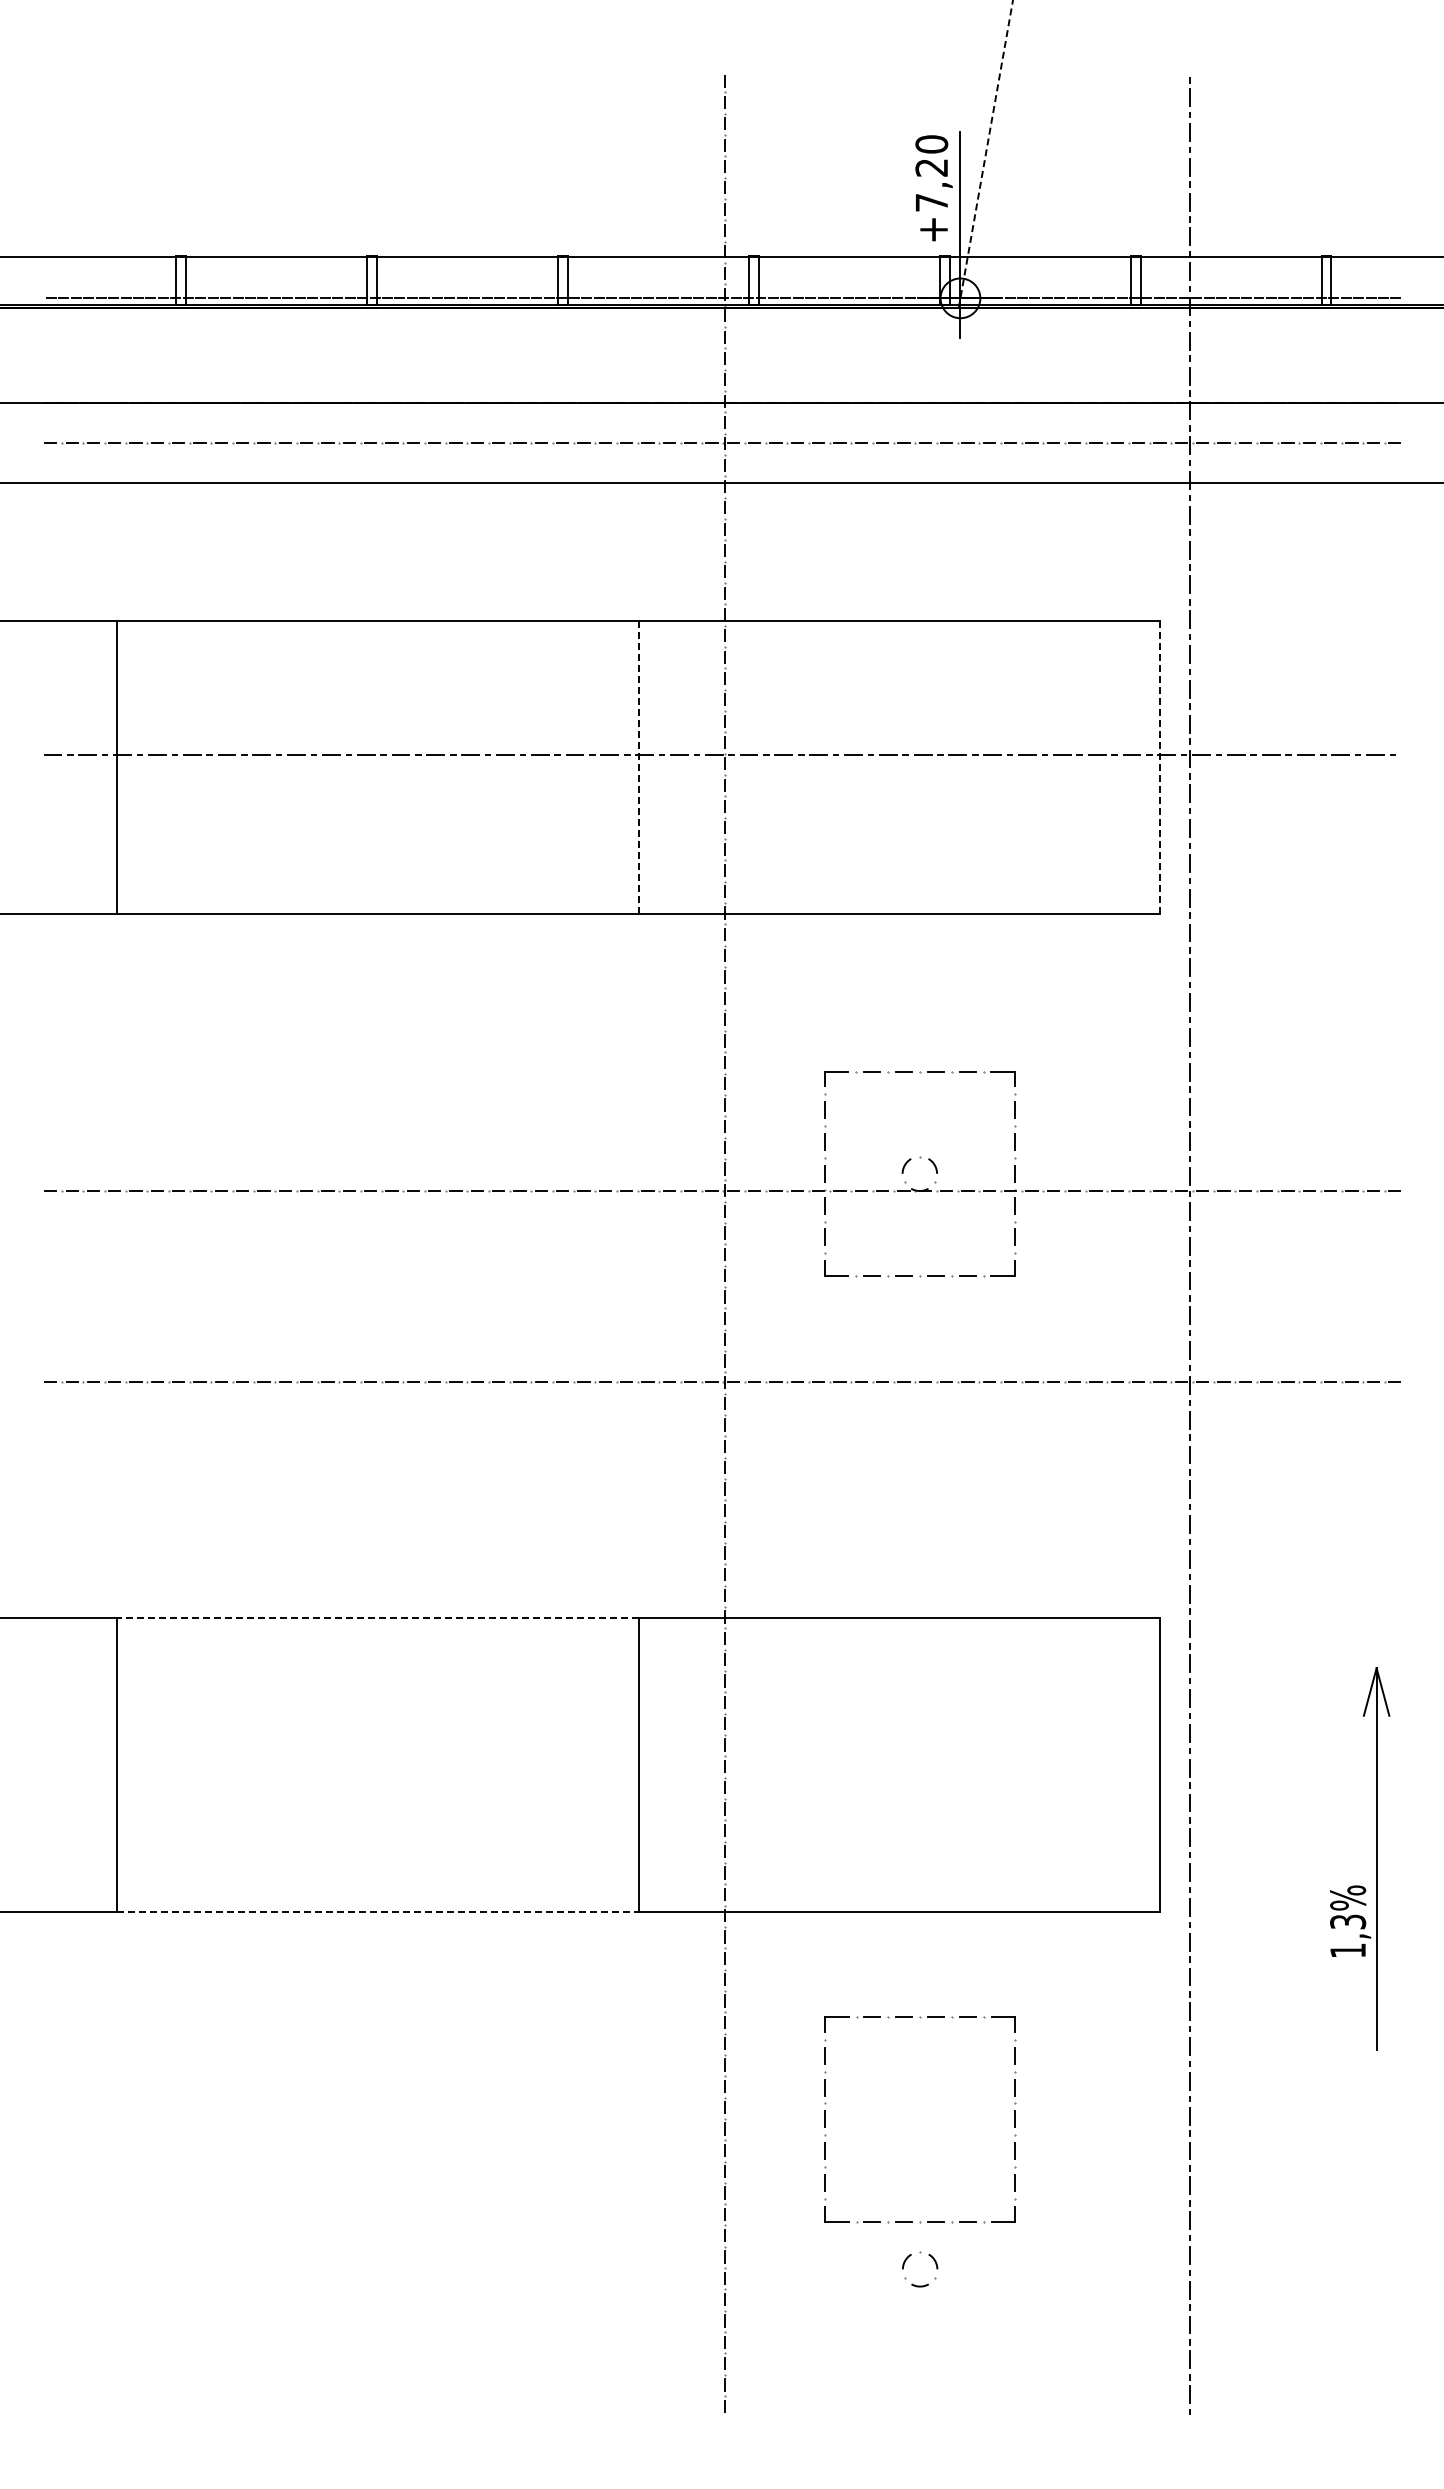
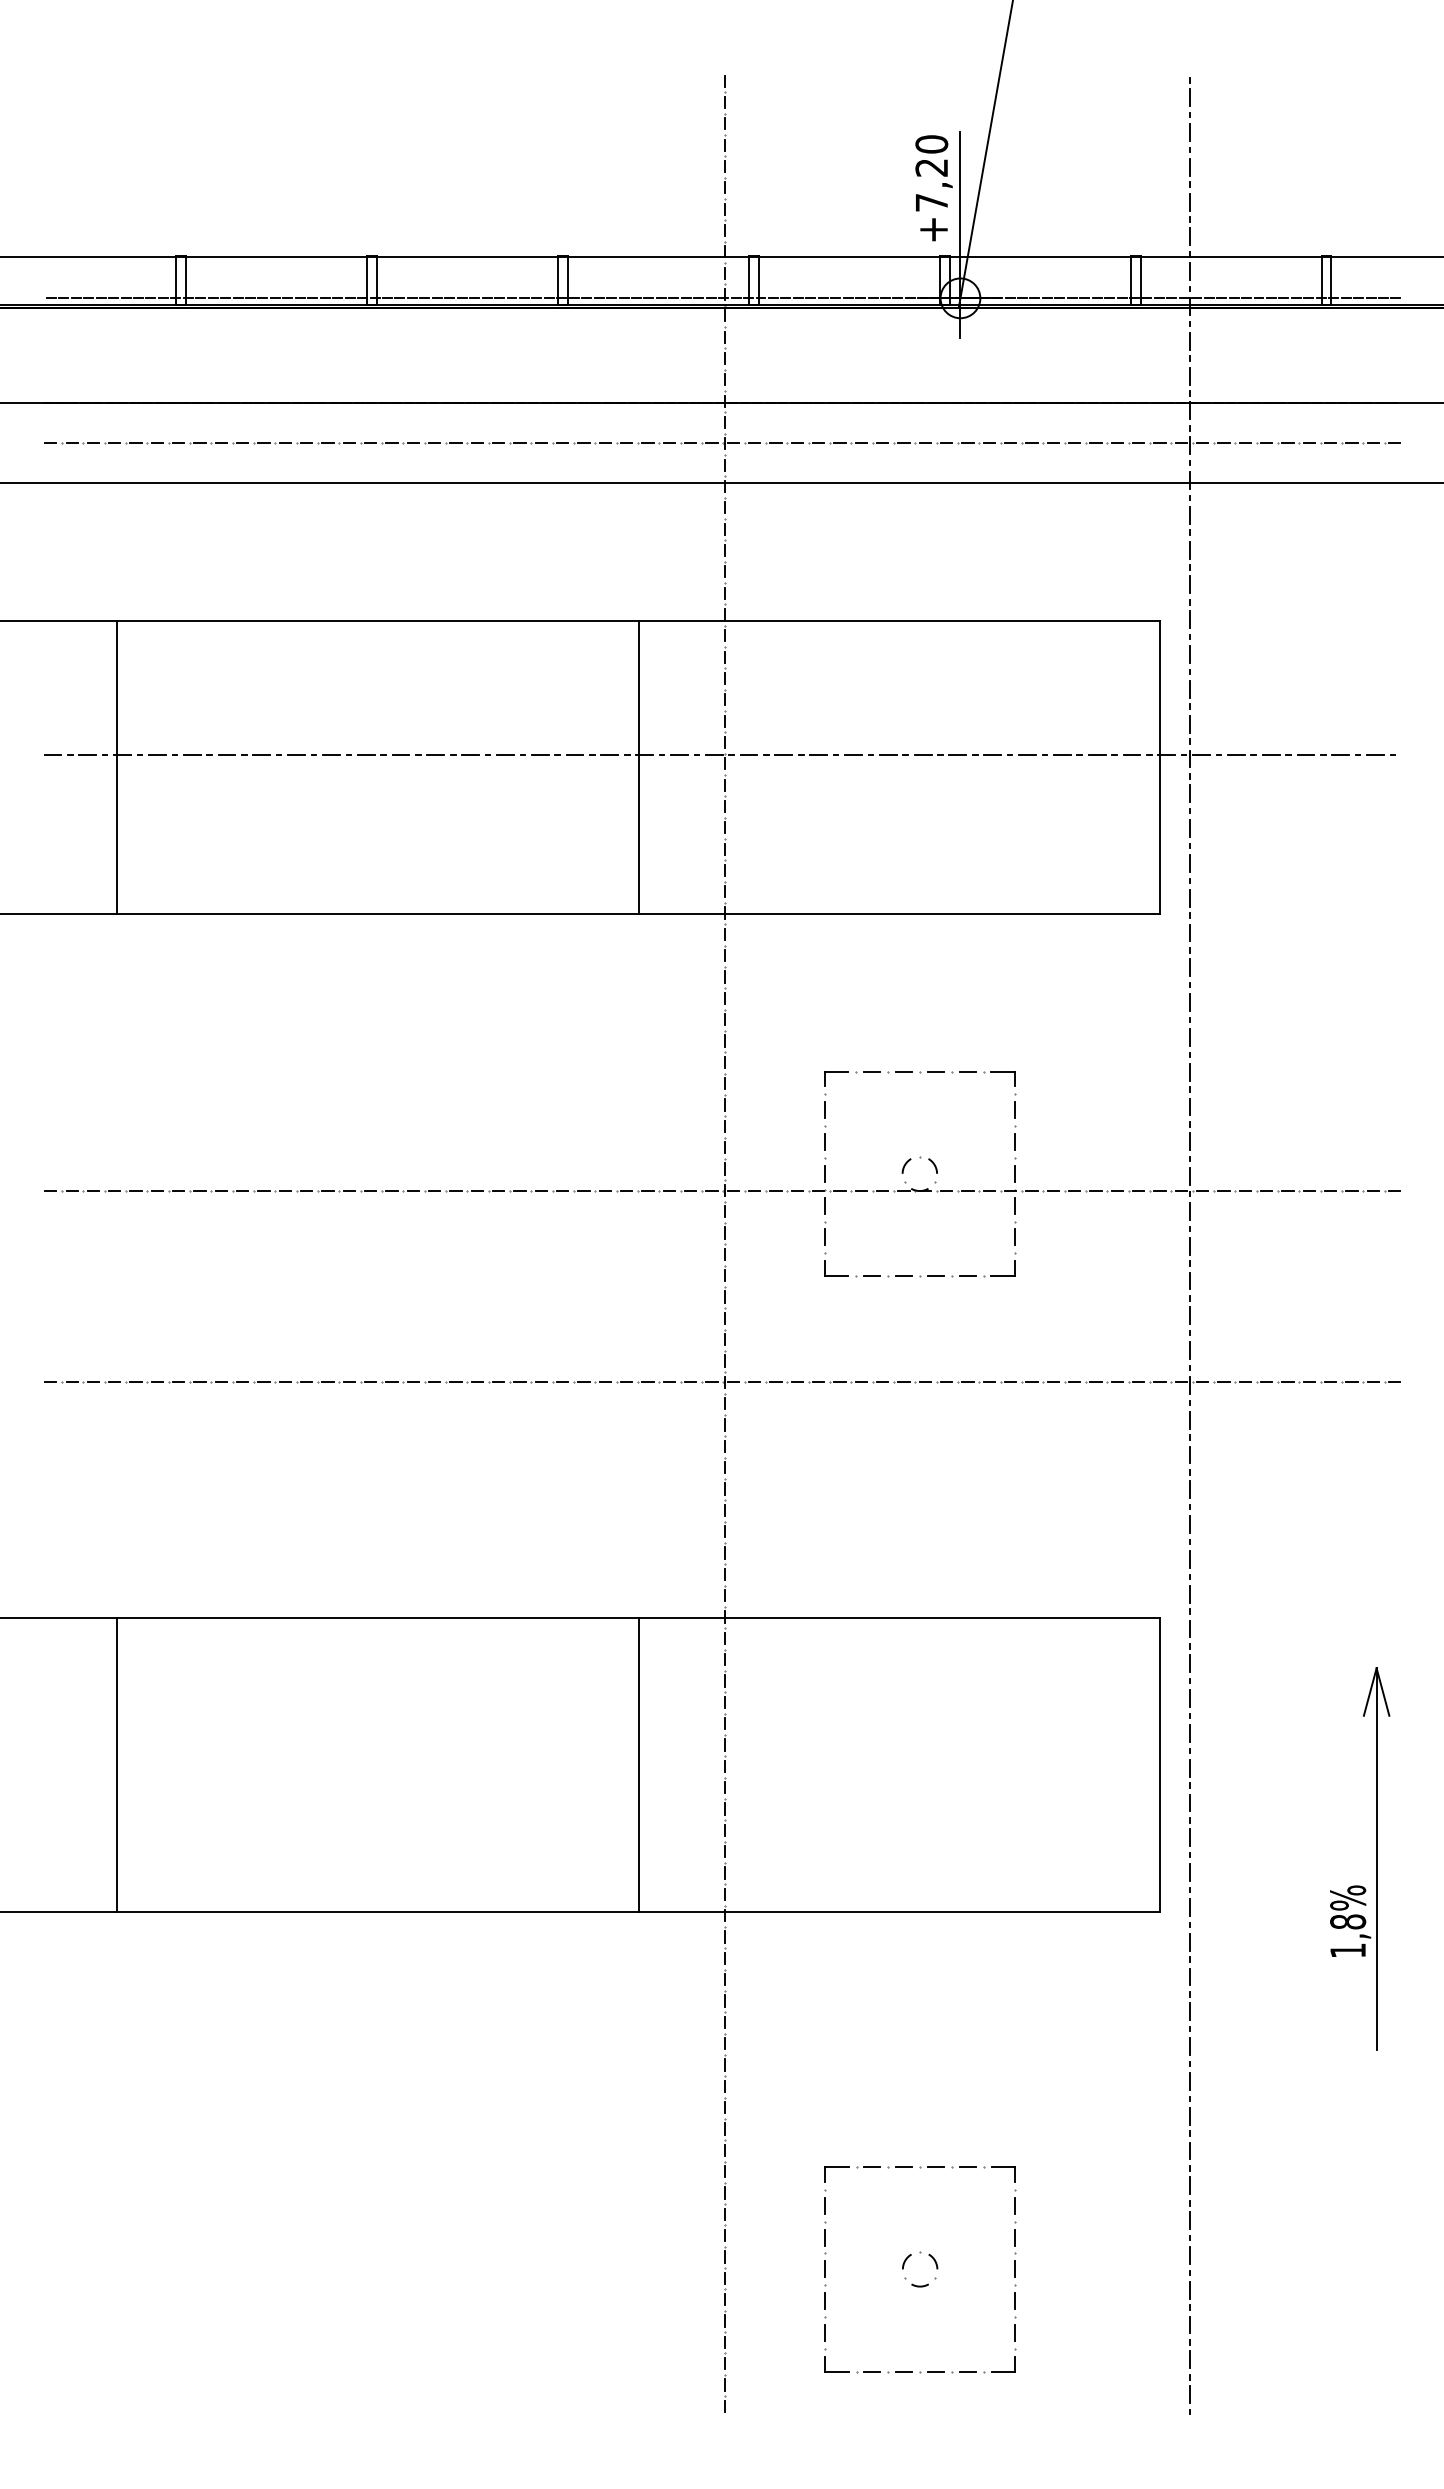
line at (985, 154): dashed -> solid
line at (638, 767): dashed -> solid
line at (1160, 767): dashed -> solid
line at (377, 1618): dashed -> solid
line at (377, 1911): dashed -> solid
text at (1348, 1921): 1,3% -> 1,8%
part at (1014, 2119) position: (1014, 2119) -> (1014, 2269)
